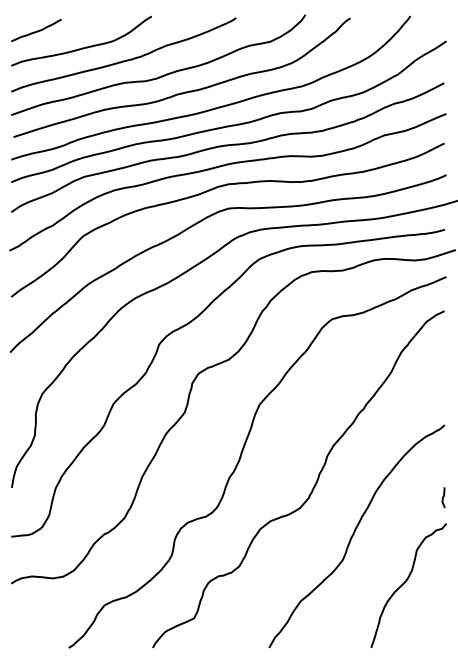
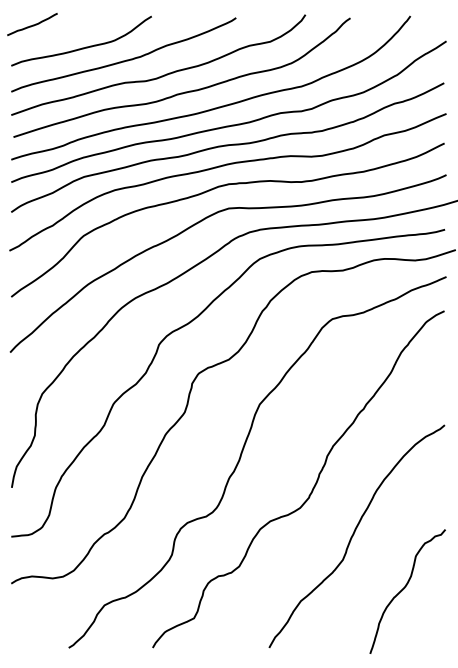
curve at (36, 30) position: (36, 30) -> (32, 24)
line at (443, 497): present -> none
curve at (406, 582) position: (406, 582) -> (405, 588)
